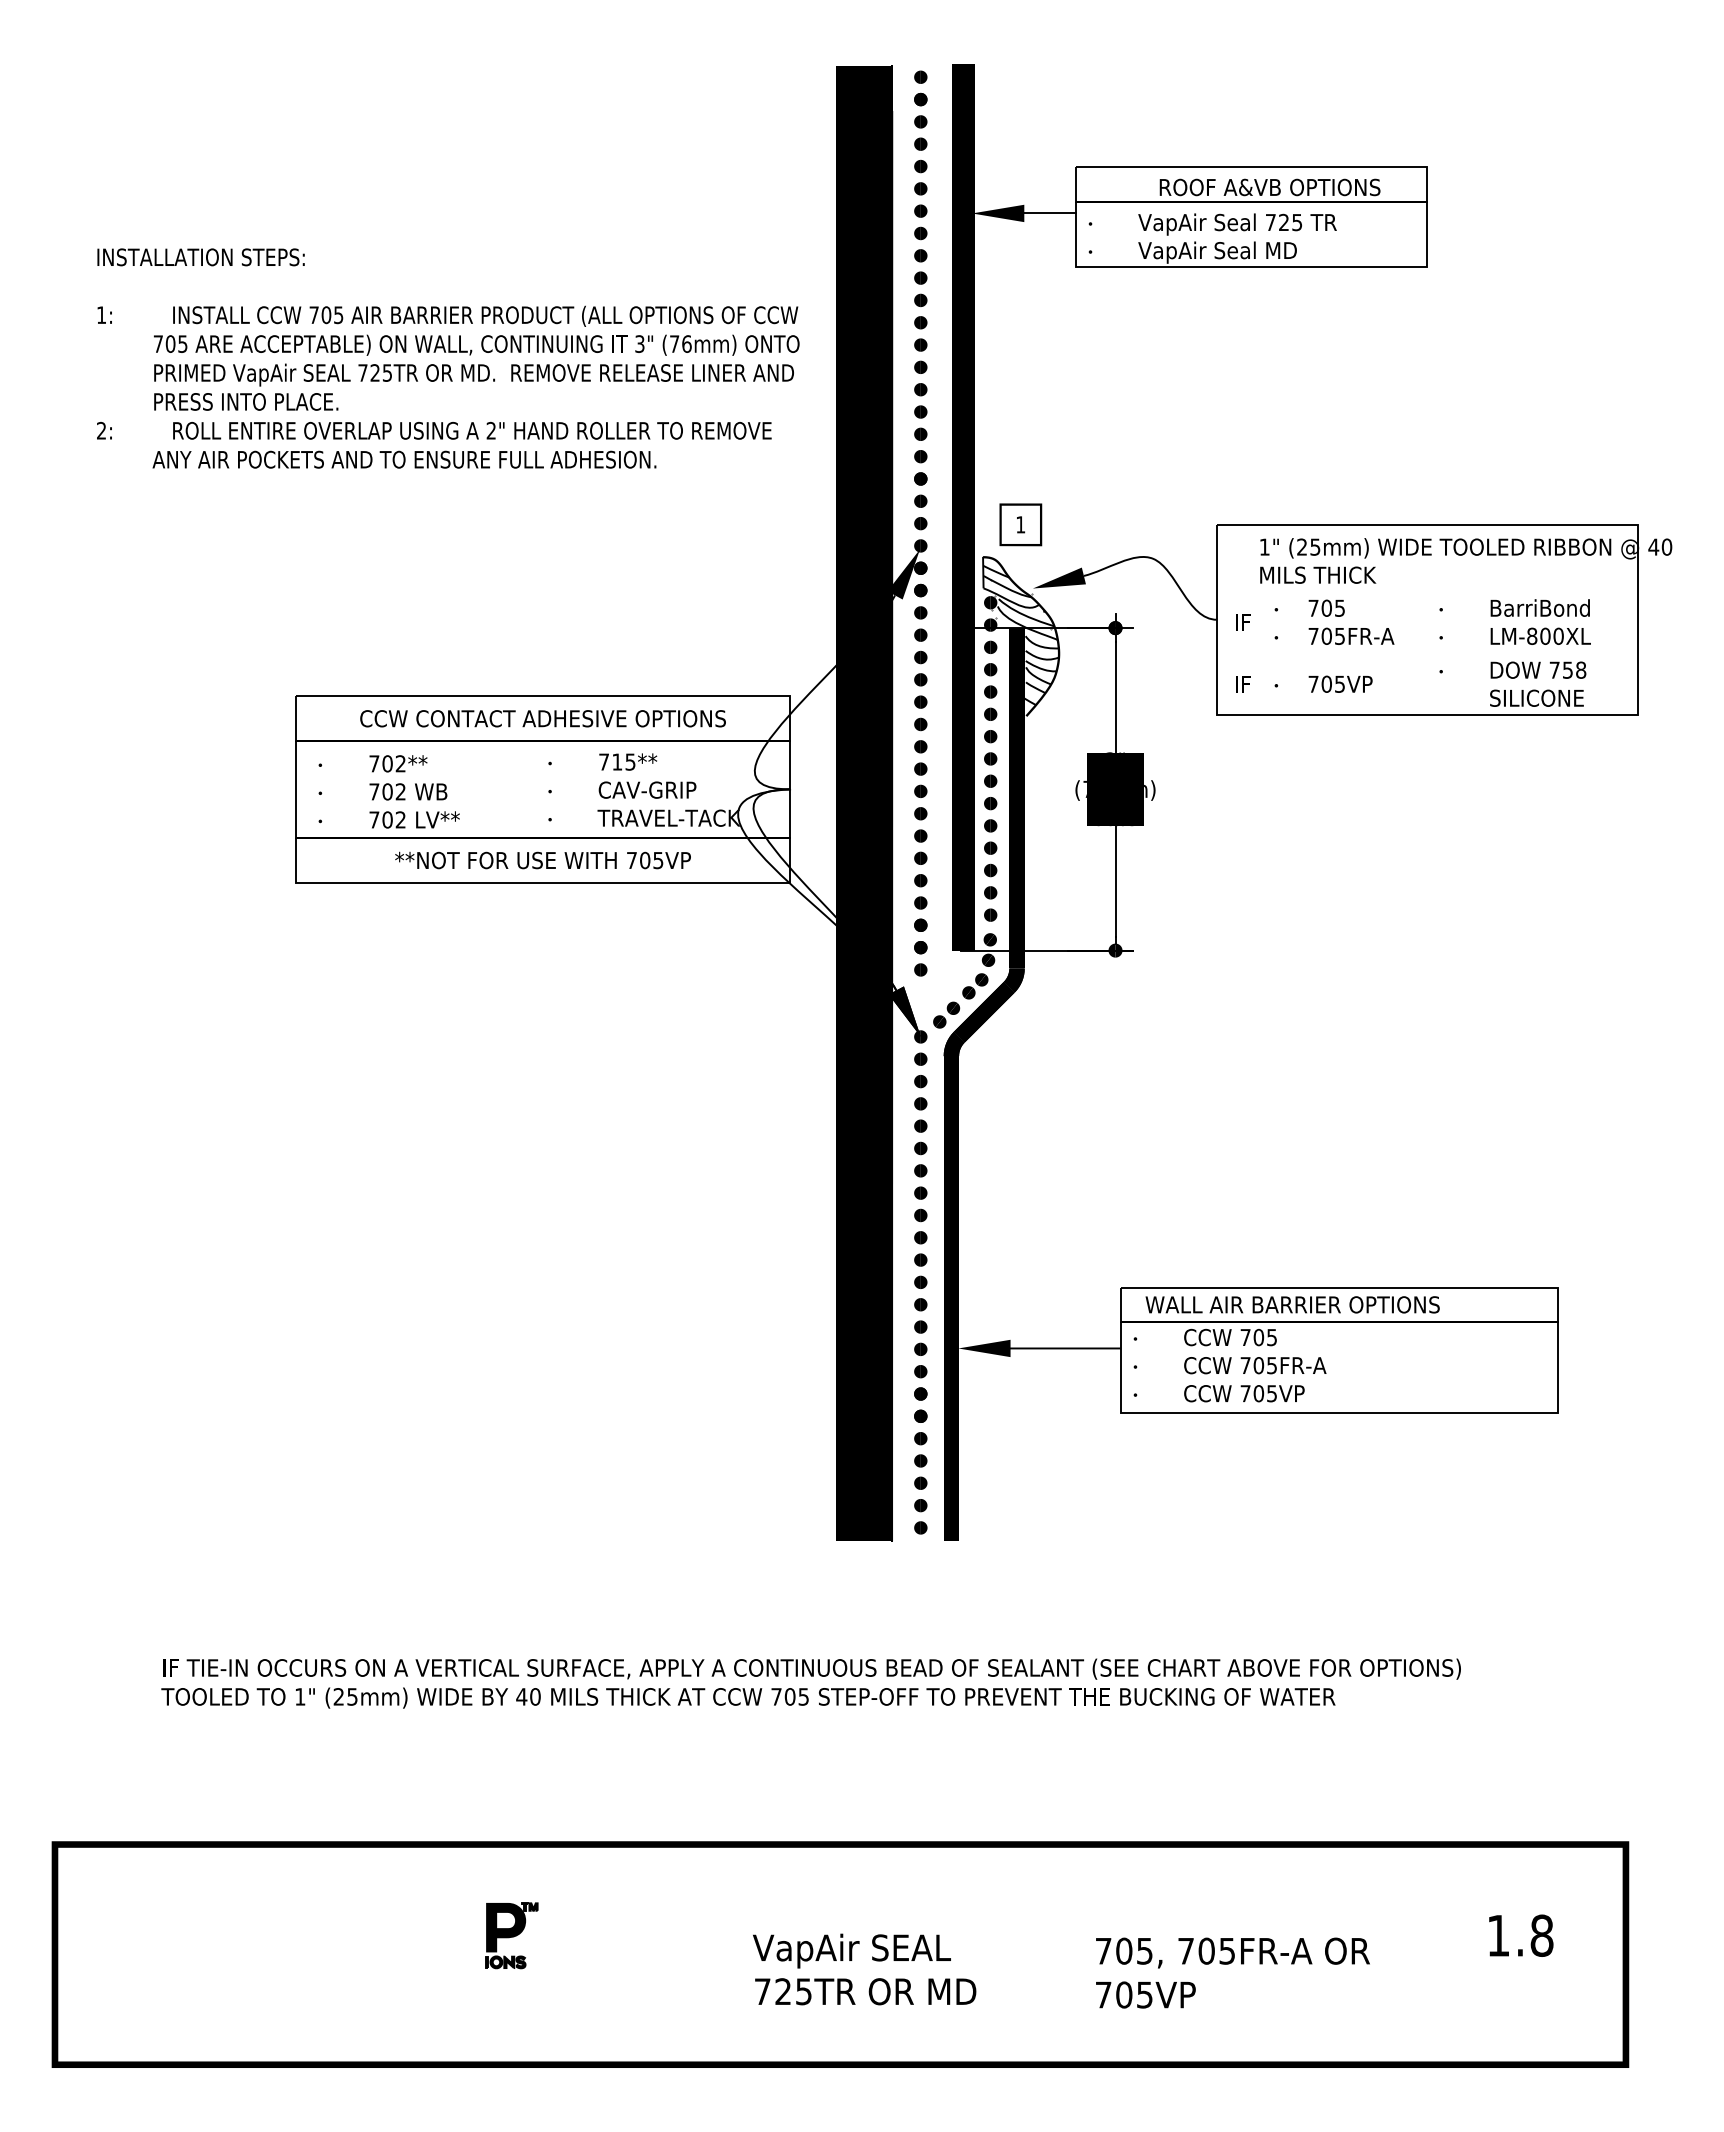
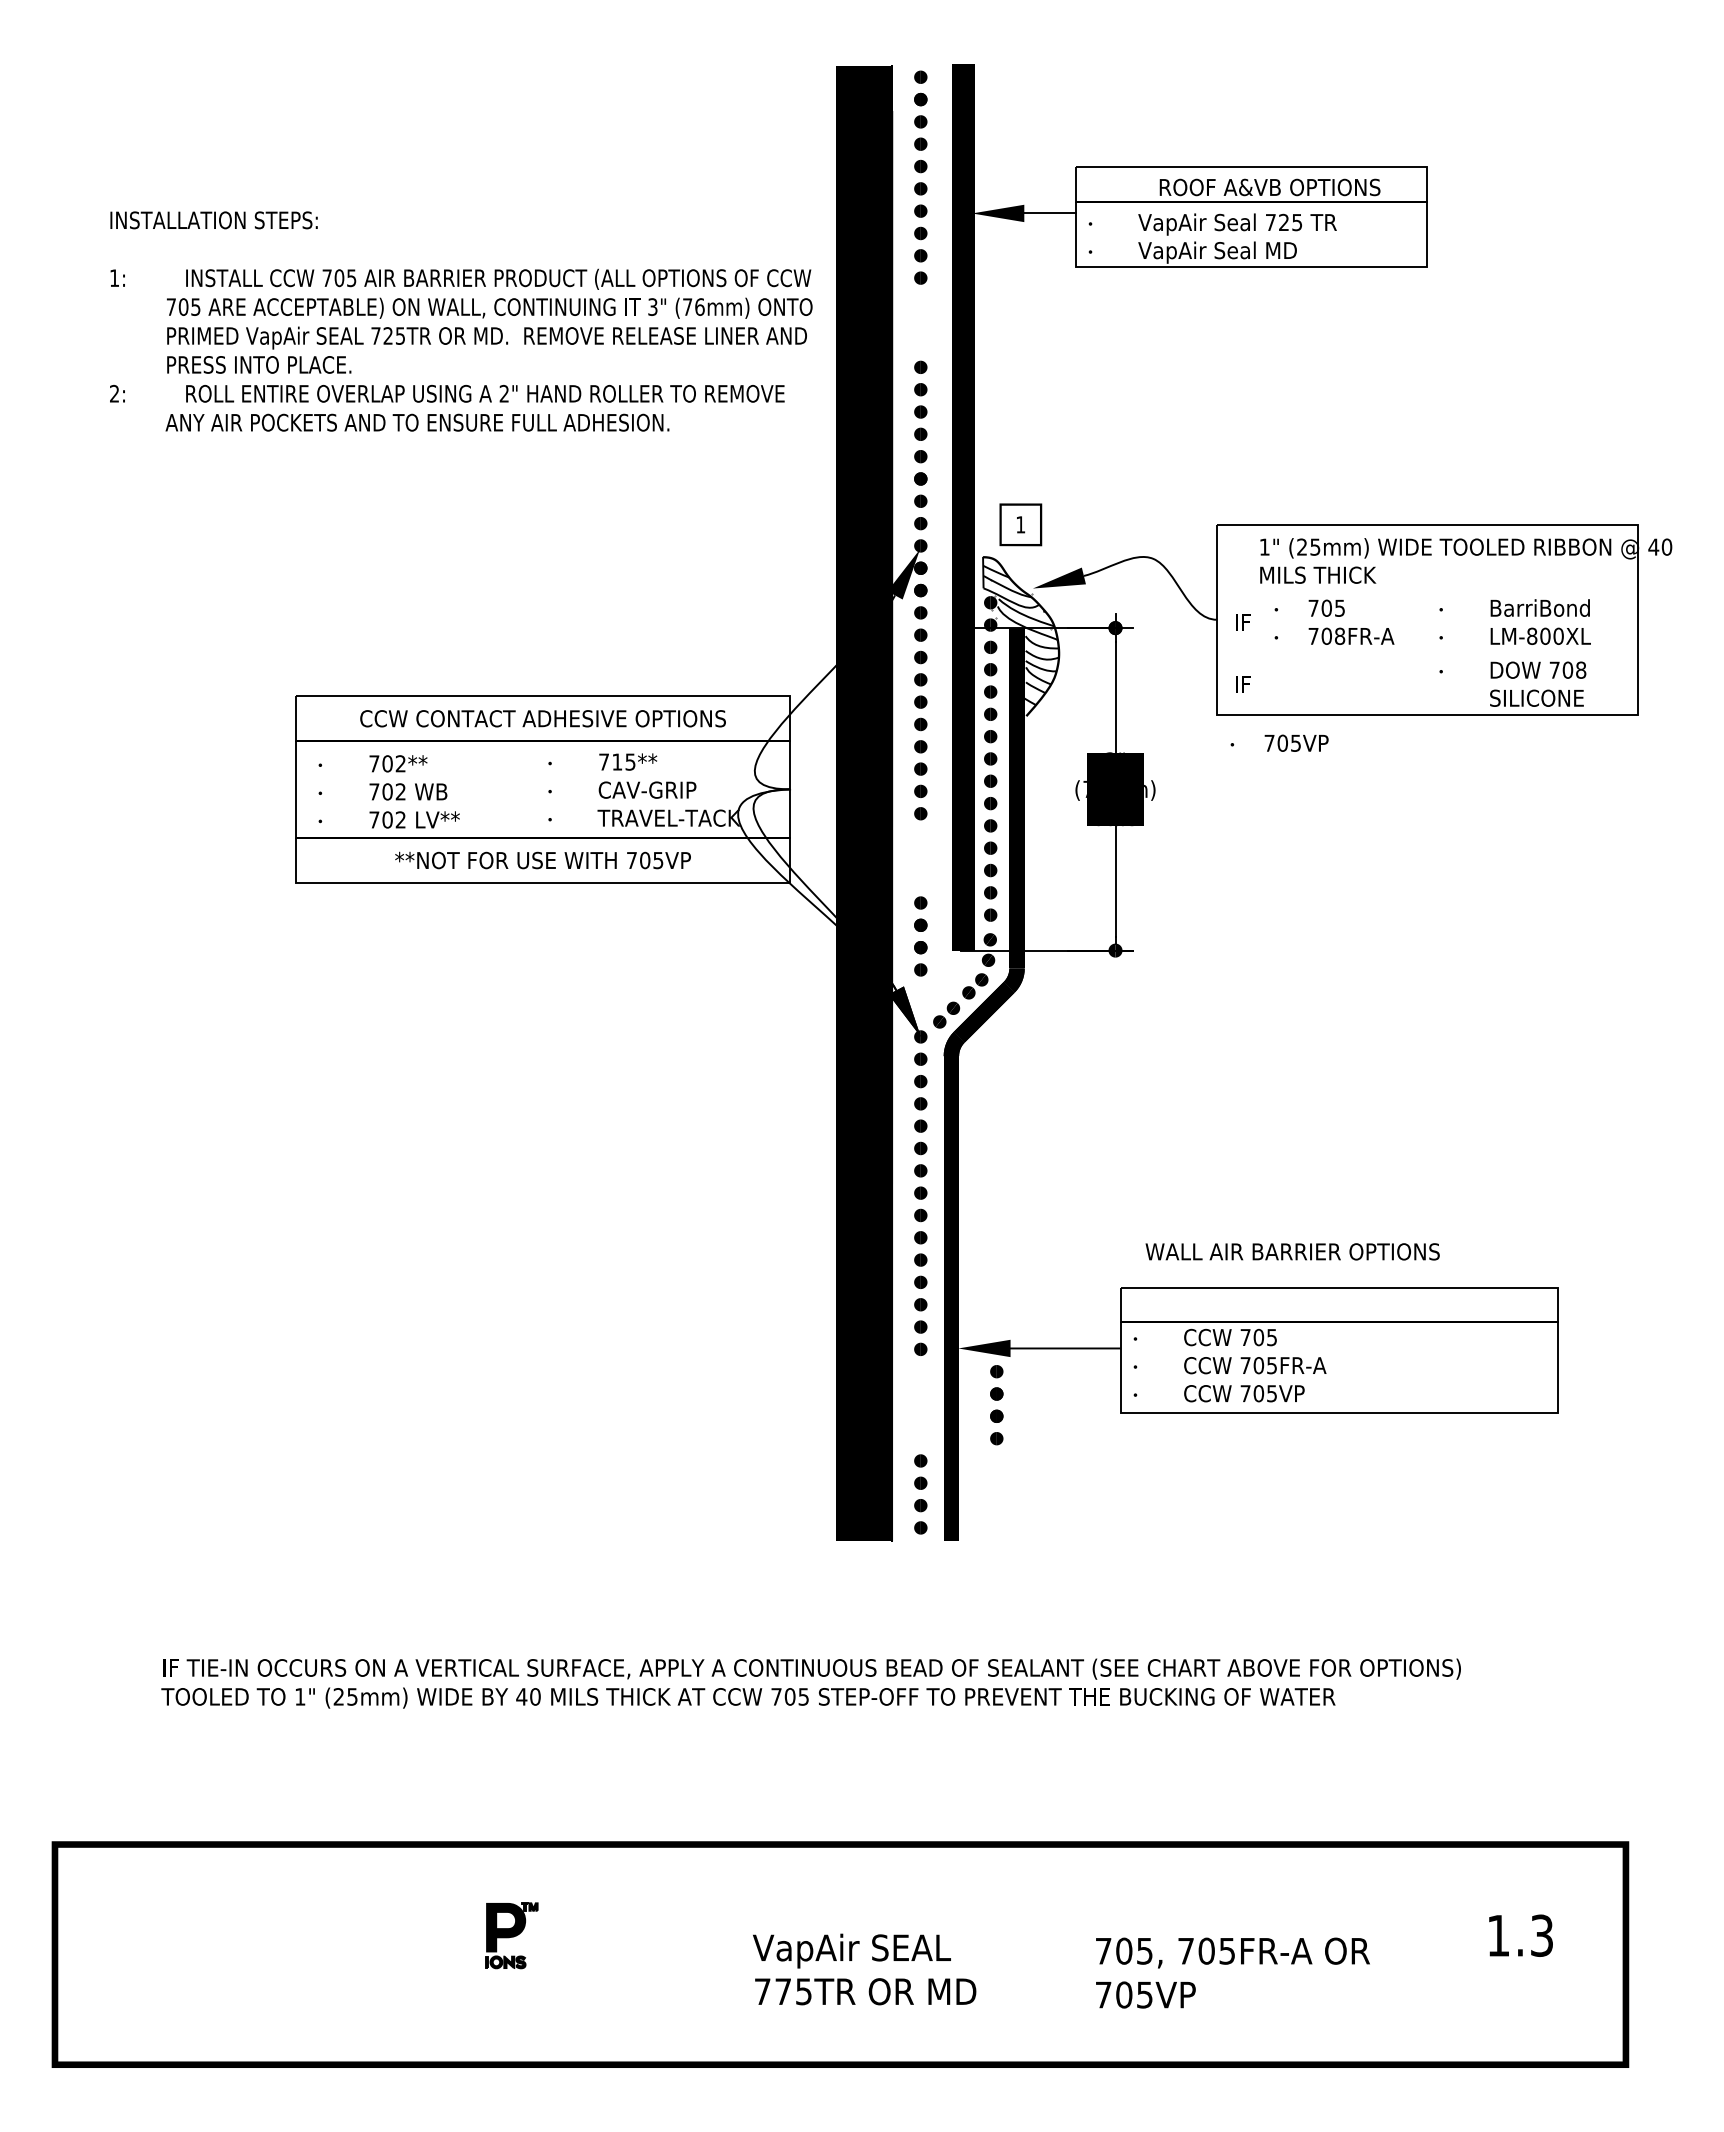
part at (920, 322): present -> none
text at (448, 358) position: (448, 358) -> (461, 321)
text at (1340, 635): 705FR-A -> 708FR-A
text at (1567, 669): 758 -> 708
text at (1323, 683) position: (1323, 683) -> (1279, 742)
part at (920, 858): present -> none
text at (1292, 1304) position: (1292, 1304) -> (1292, 1251)
part at (920, 1405) position: (920, 1405) -> (996, 1405)
text at (1541, 1935): 1.8 -> 1.3
text at (782, 1991): 725TR -> 775TR
